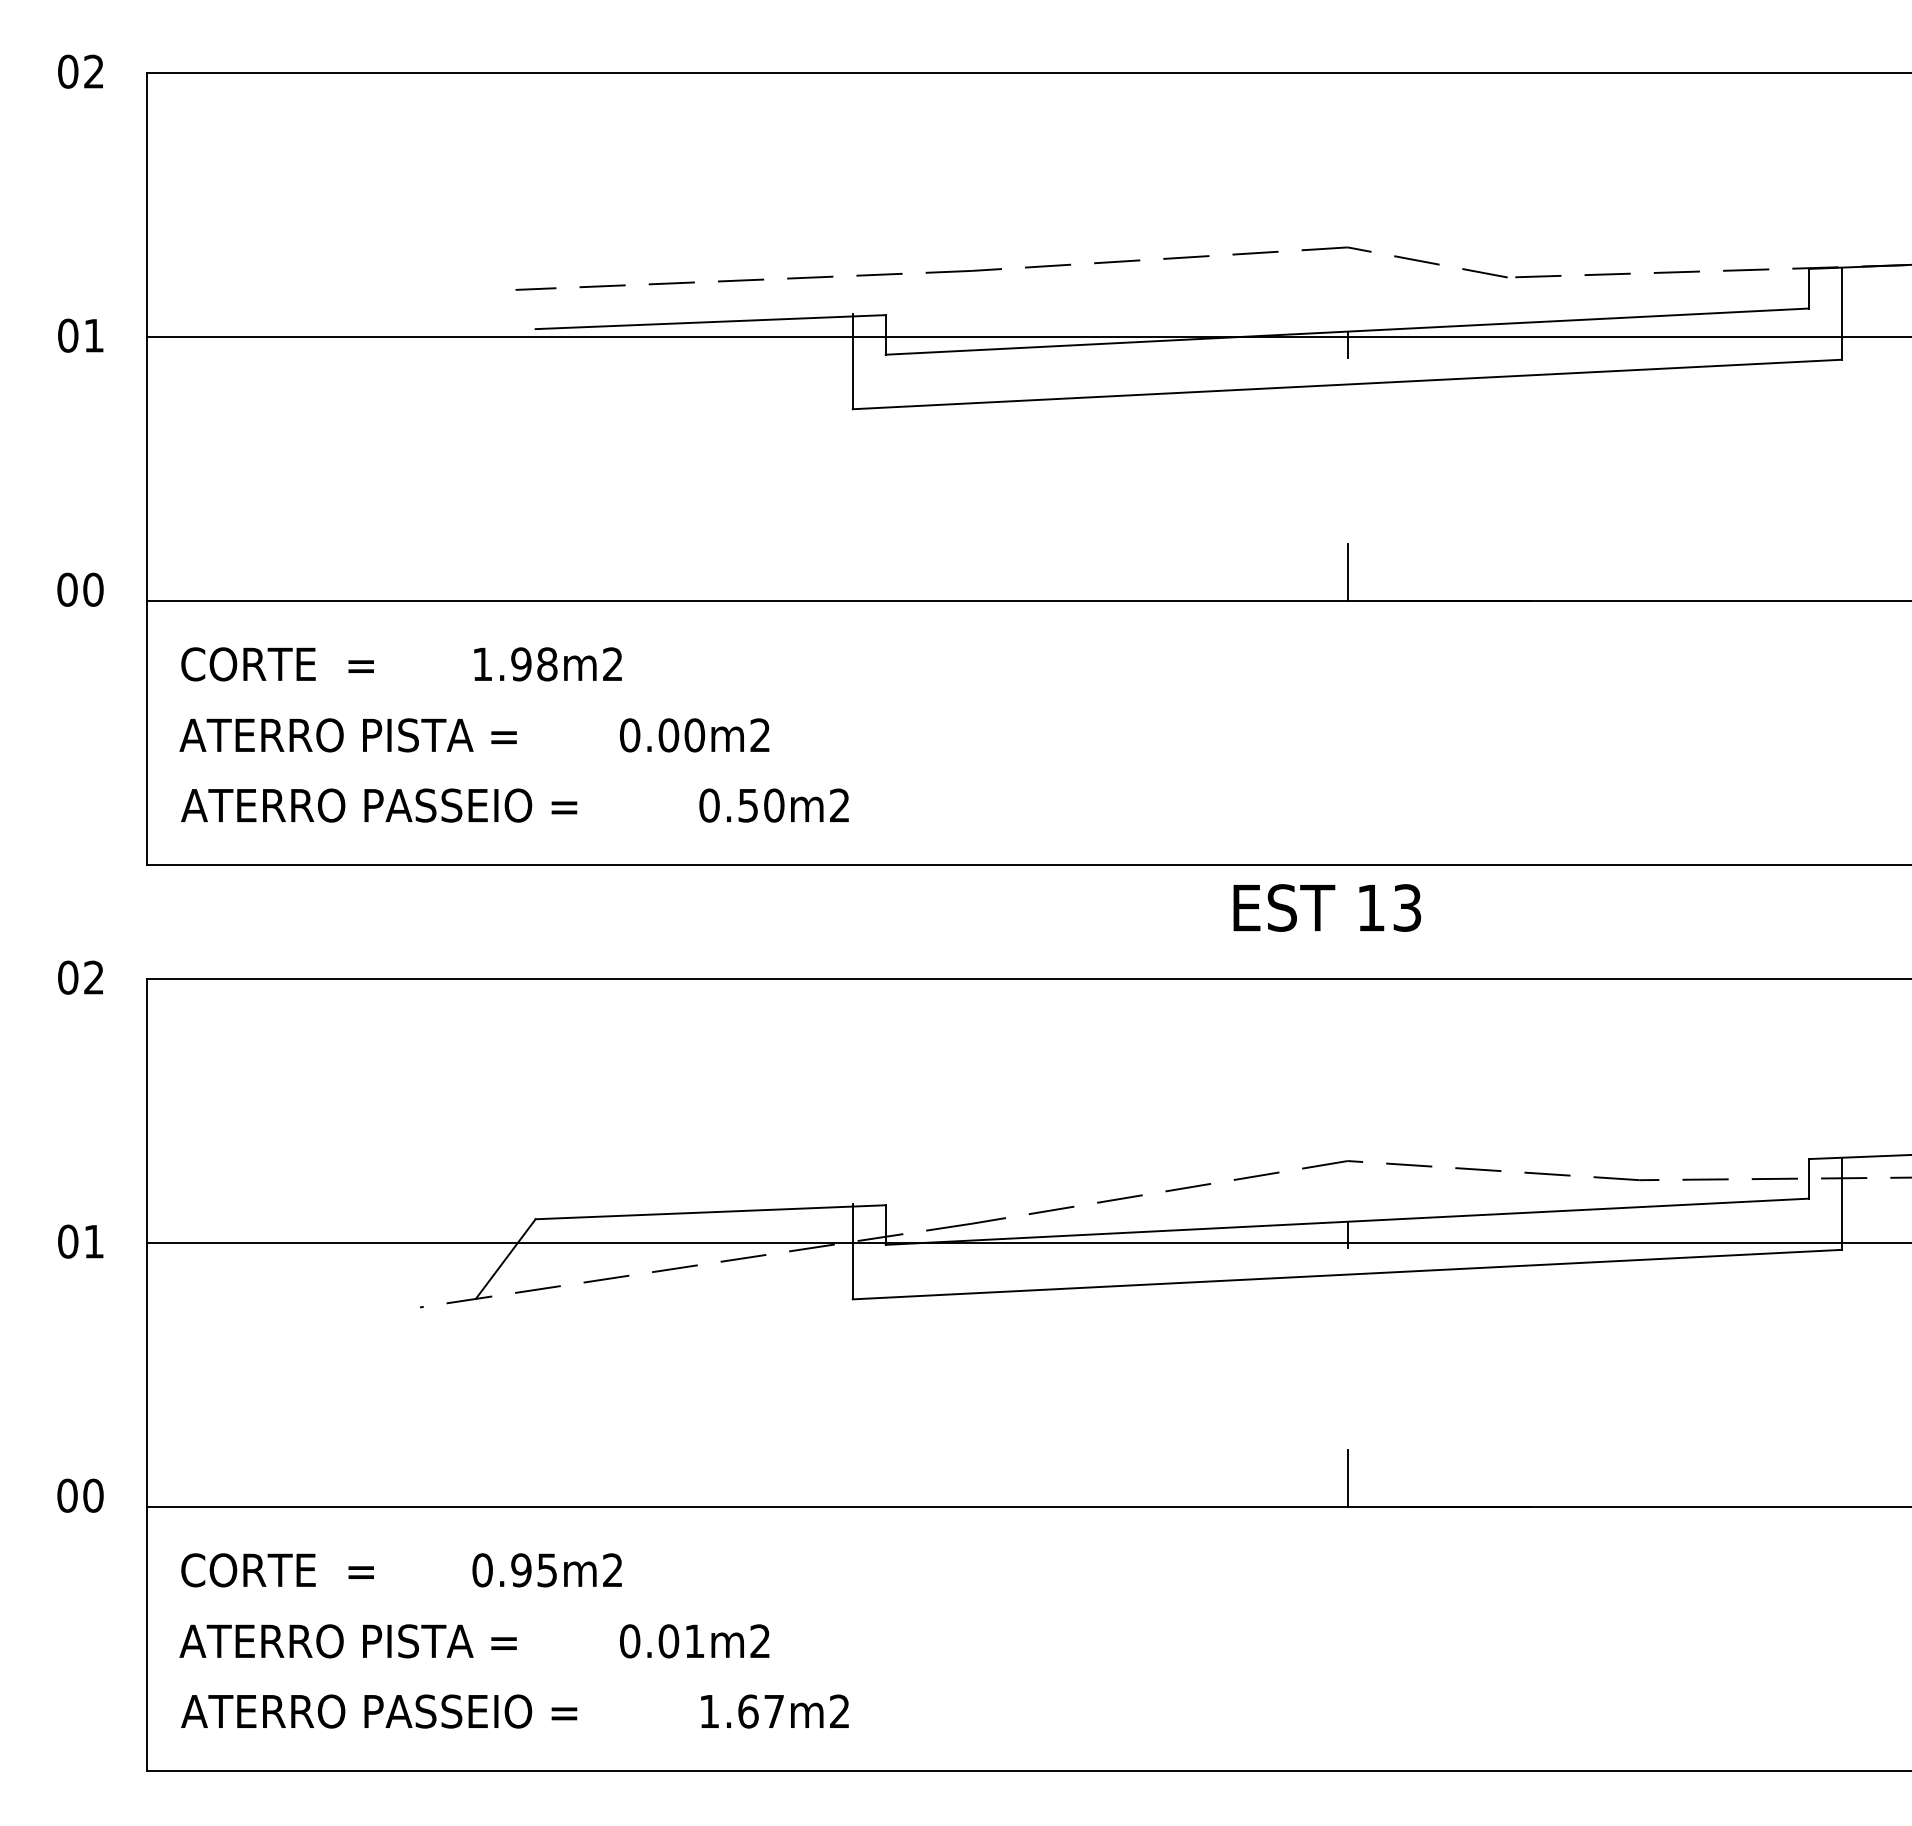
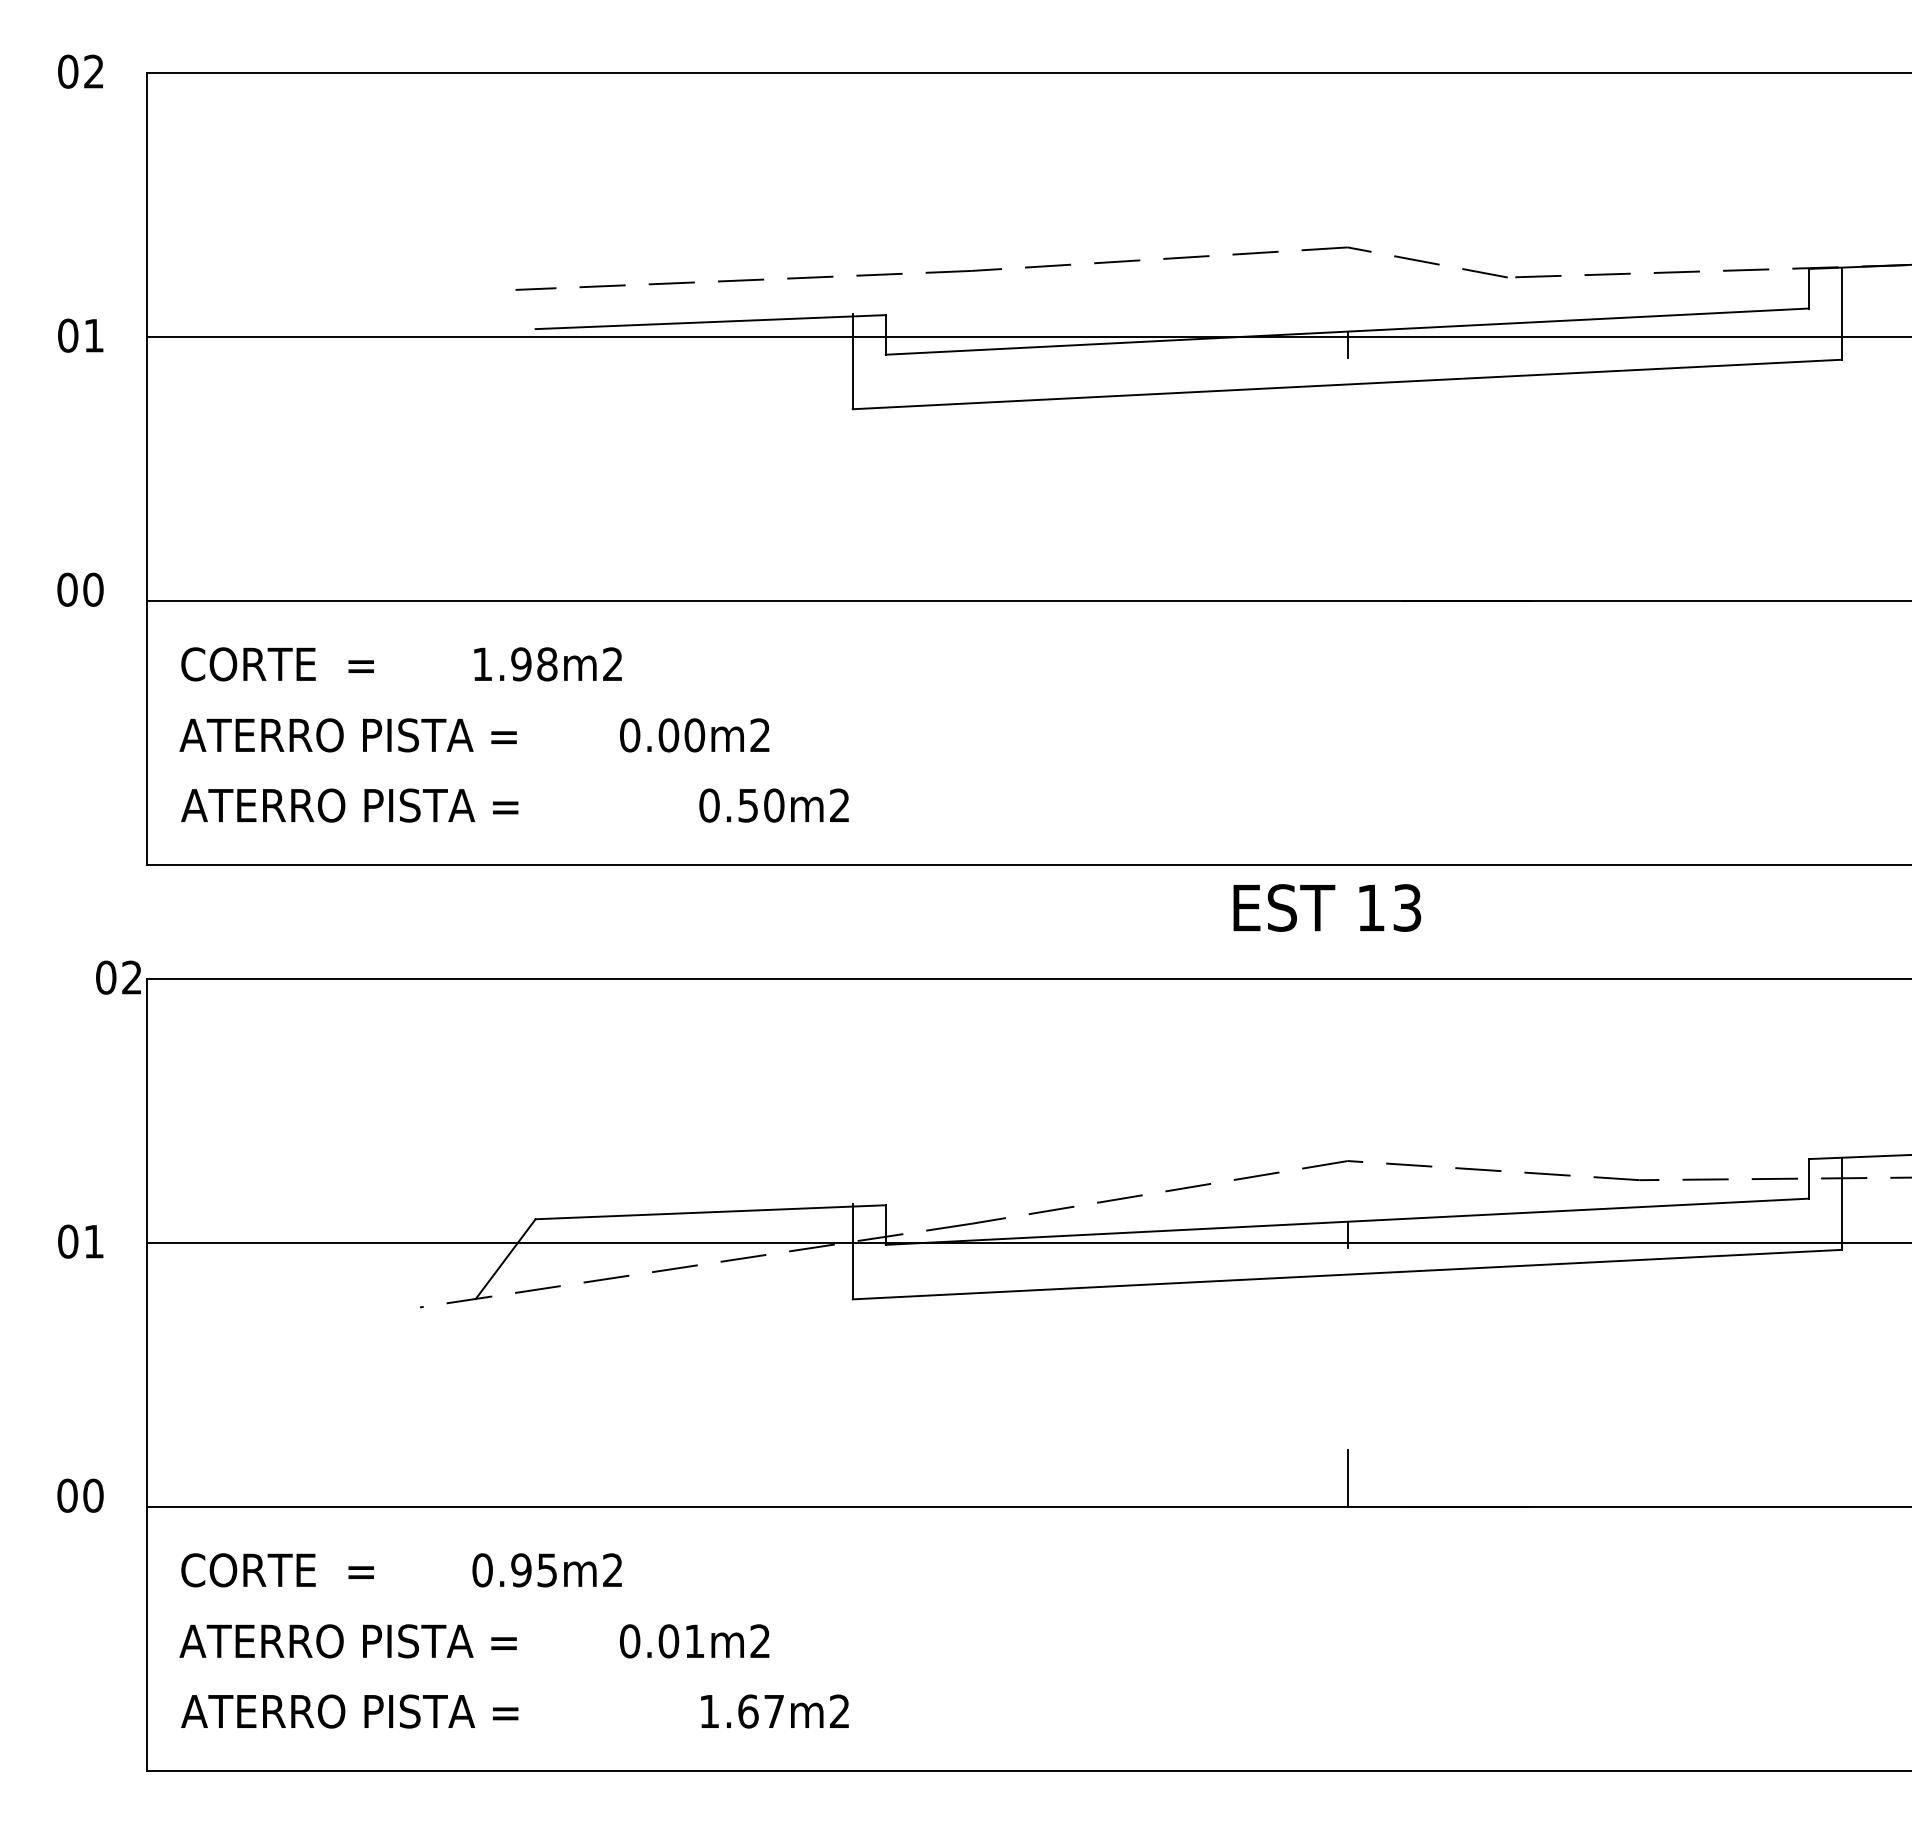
line at (1347, 572): present -> none
text at (481, 805): ATERRO PASSEIO = -> ATERRO PISTA =
text at (80, 977) position: (80, 977) -> (118, 977)
text at (481, 1711): ATERRO PASSEIO = -> ATERRO PISTA =
